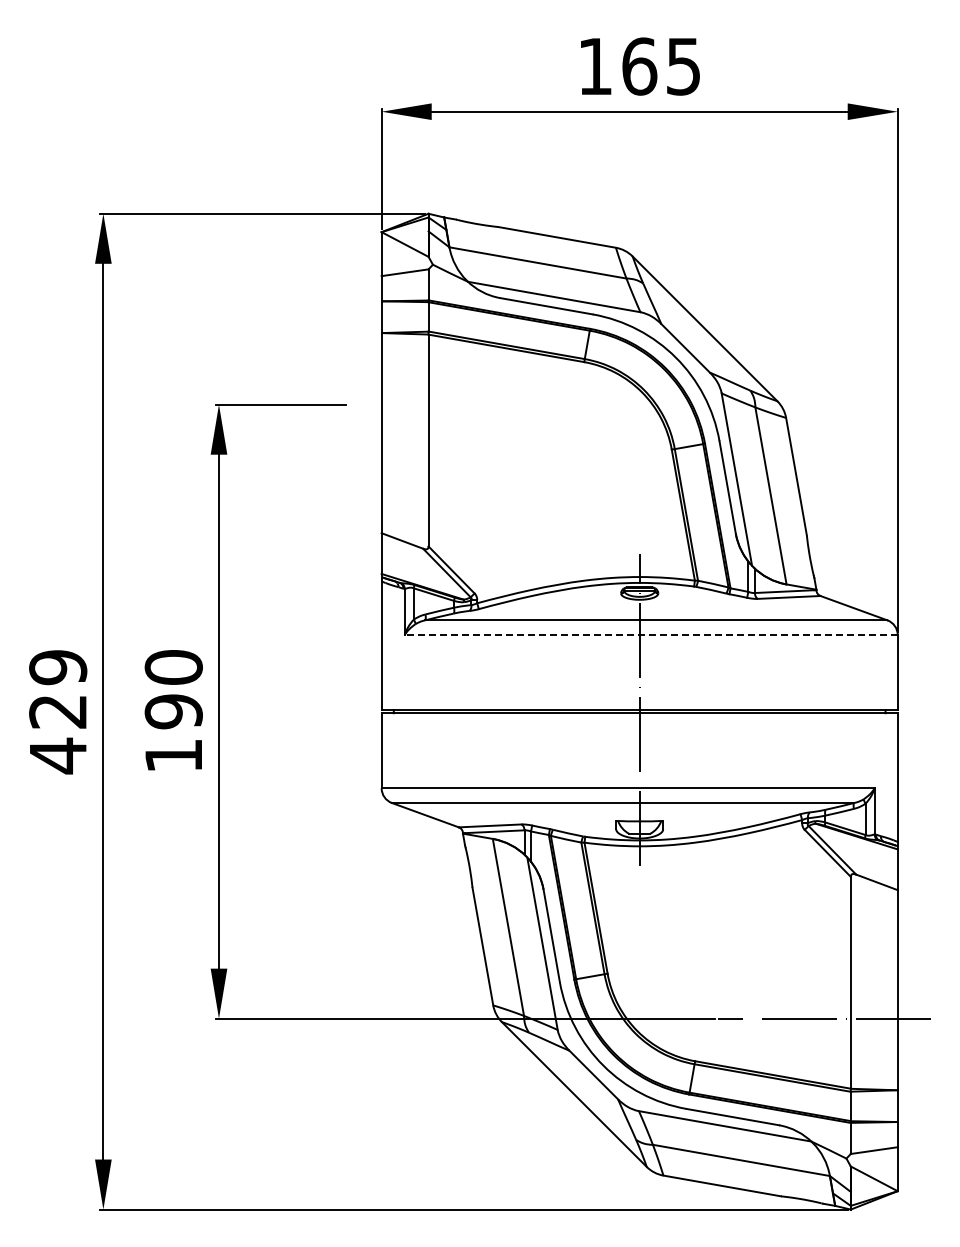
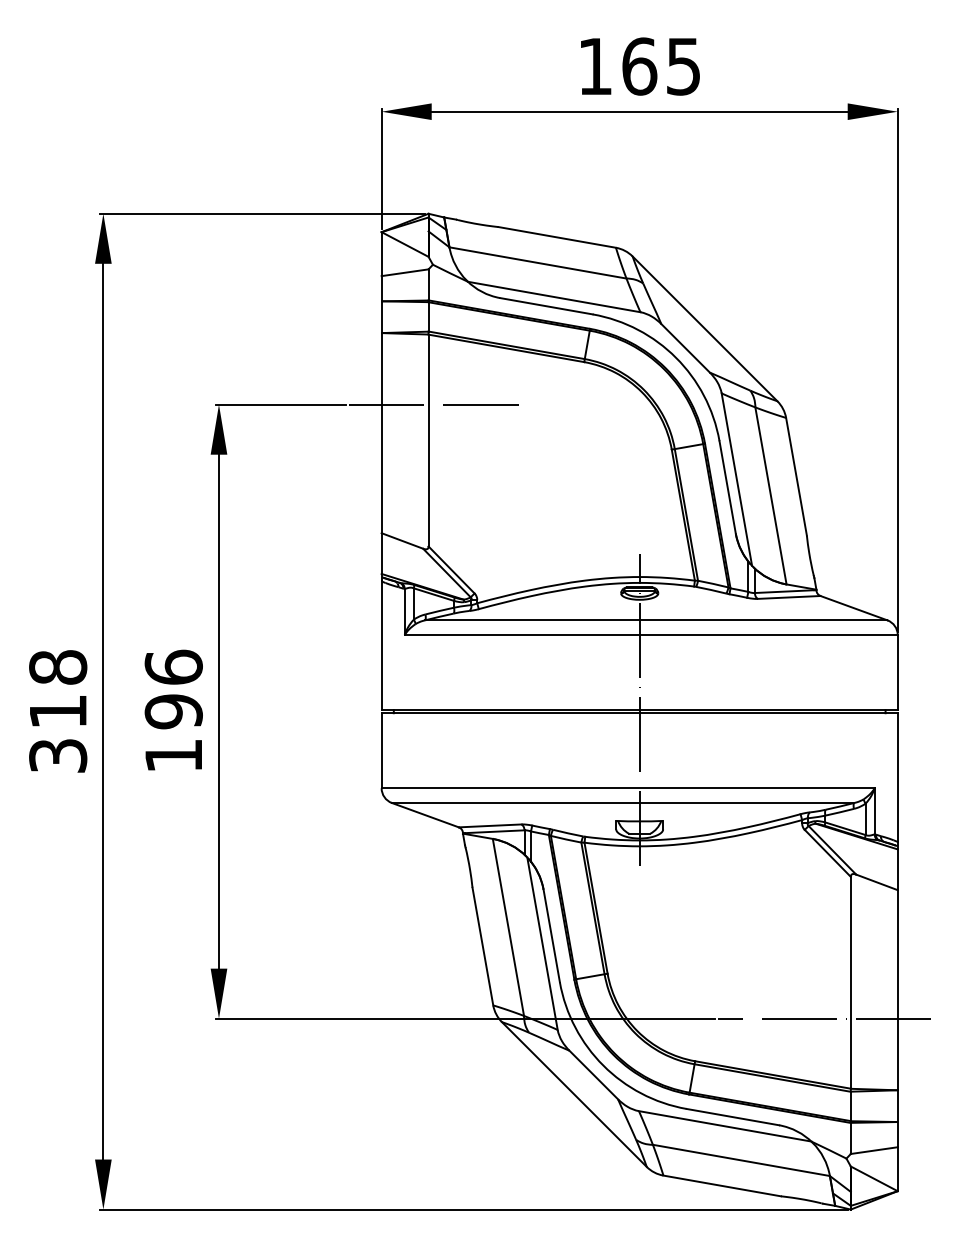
line at (433, 404): none -> present
line at (650, 635): dashed -> solid
text at (173, 666): 190 -> 196
text at (58, 712): 429 -> 318
